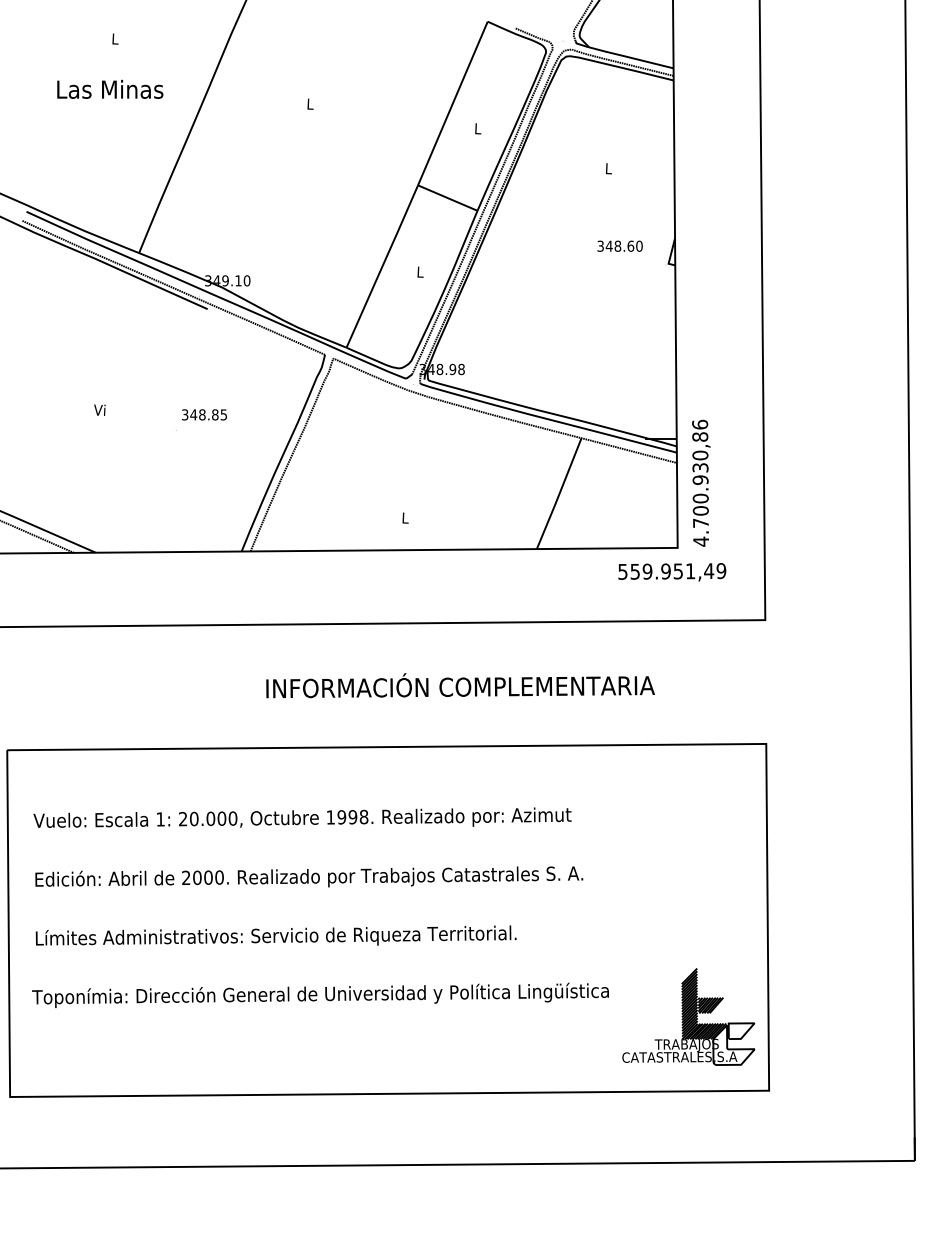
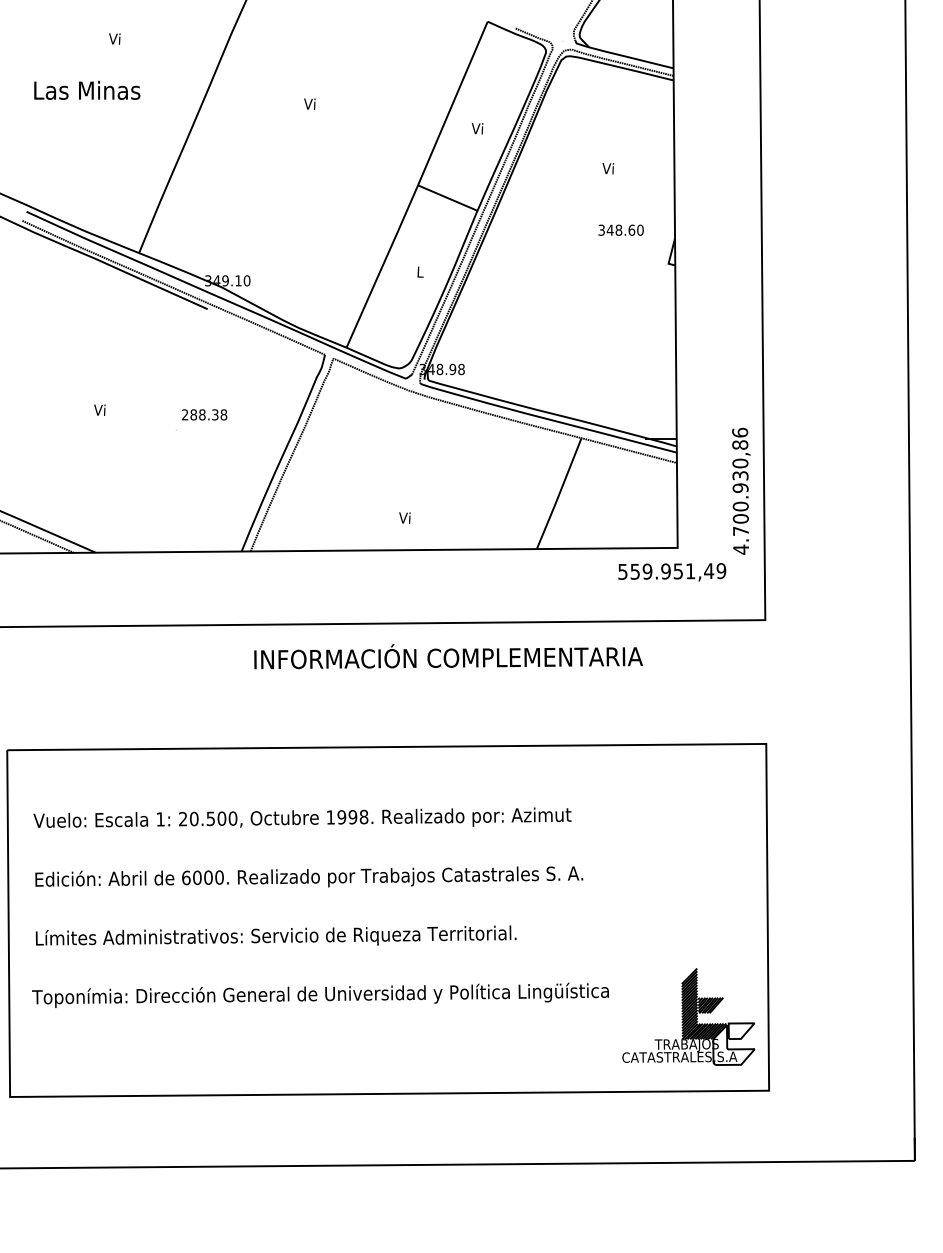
text at (114, 38): L -> Vi
text at (110, 88) position: (110, 88) -> (87, 89)
text at (309, 103): L -> Vi
text at (477, 128): L -> Vi
text at (607, 168): L -> Vi
text at (619, 245) position: (619, 245) -> (620, 229)
text at (204, 414): 348.85 -> 288.38
text at (701, 482) position: (701, 482) -> (741, 490)
text at (404, 517): L -> Vi
text at (460, 685) position: (460, 685) -> (448, 656)
text at (210, 818): 20.000, -> 20.500,
text at (186, 877): 2000. -> 6000.
